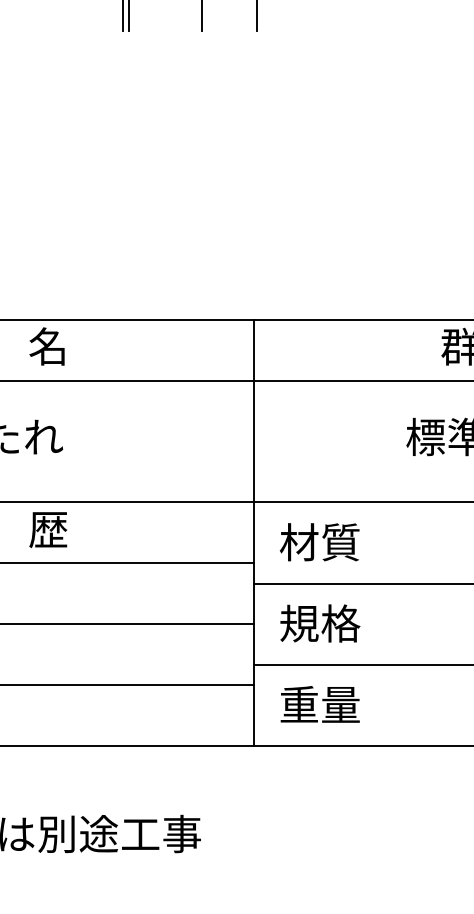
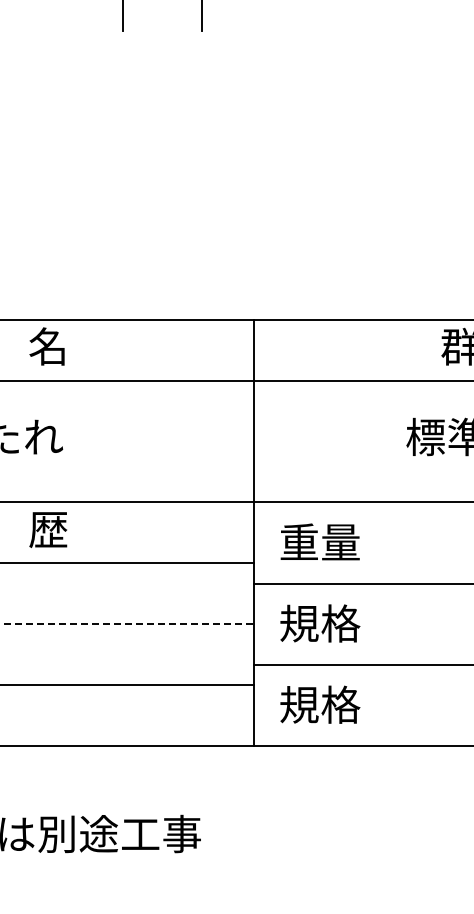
line at (129, 16): present -> none
line at (256, 16): present -> none
text at (319, 542): 材質 -> 重量
line at (127, 624): solid -> dashed
text at (320, 704): 重量 -> 規格
